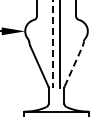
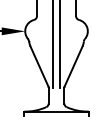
line at (52, 44): dashed -> solid
line at (73, 66): dashed -> solid
